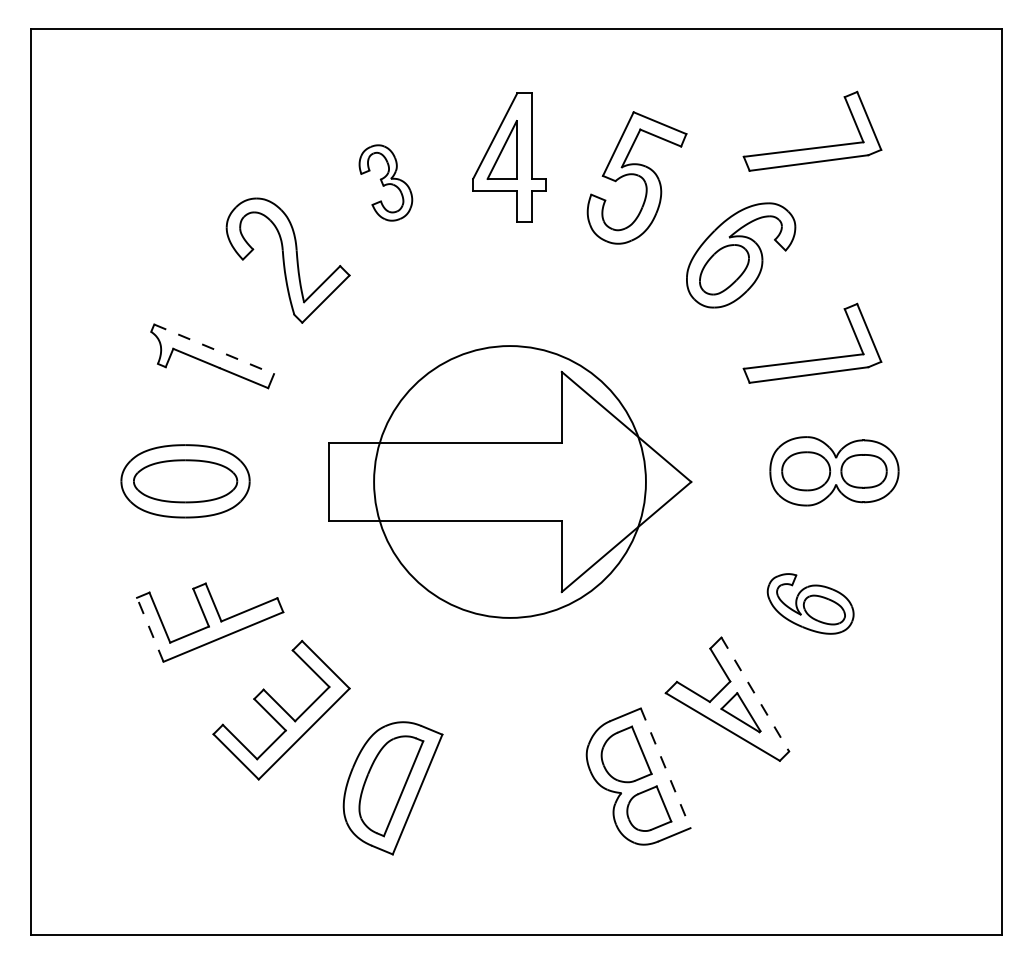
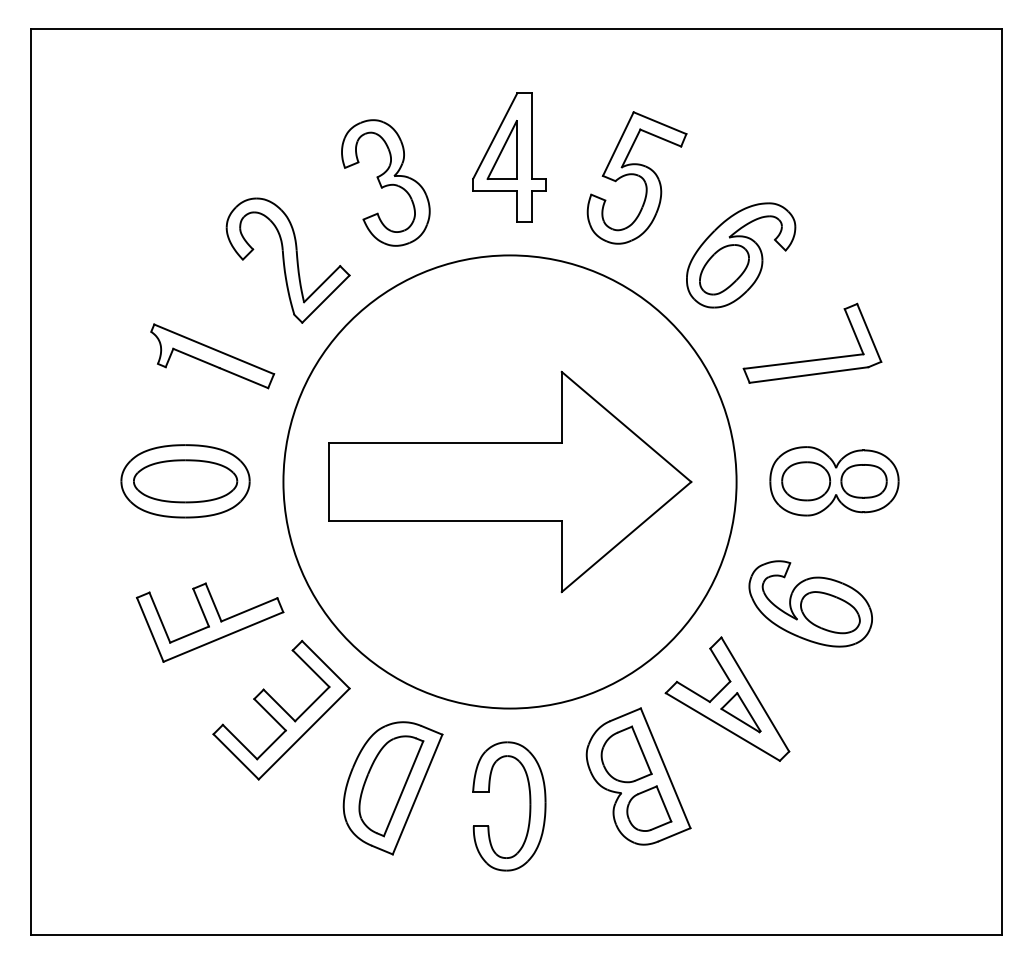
part at (812, 147): present -> none
part at (385, 182) size: 56x78 px -> 90x128 px
line at (214, 349): dashed -> solid
part at (834, 471) position: (834, 471) -> (834, 481)
circle at (509, 481) diameter: 272 px -> 453 px
part at (810, 603) size: 89x62 px -> 125x88 px
line at (150, 629): dashed -> solid
line at (755, 694): dashed -> solid
line at (665, 768): dashed -> solid
part at (529, 806): none -> present
